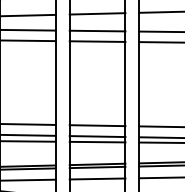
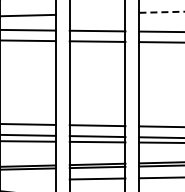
line at (162, 12): solid -> dashed
line at (97, 13): present -> none
line at (28, 179): present -> none
